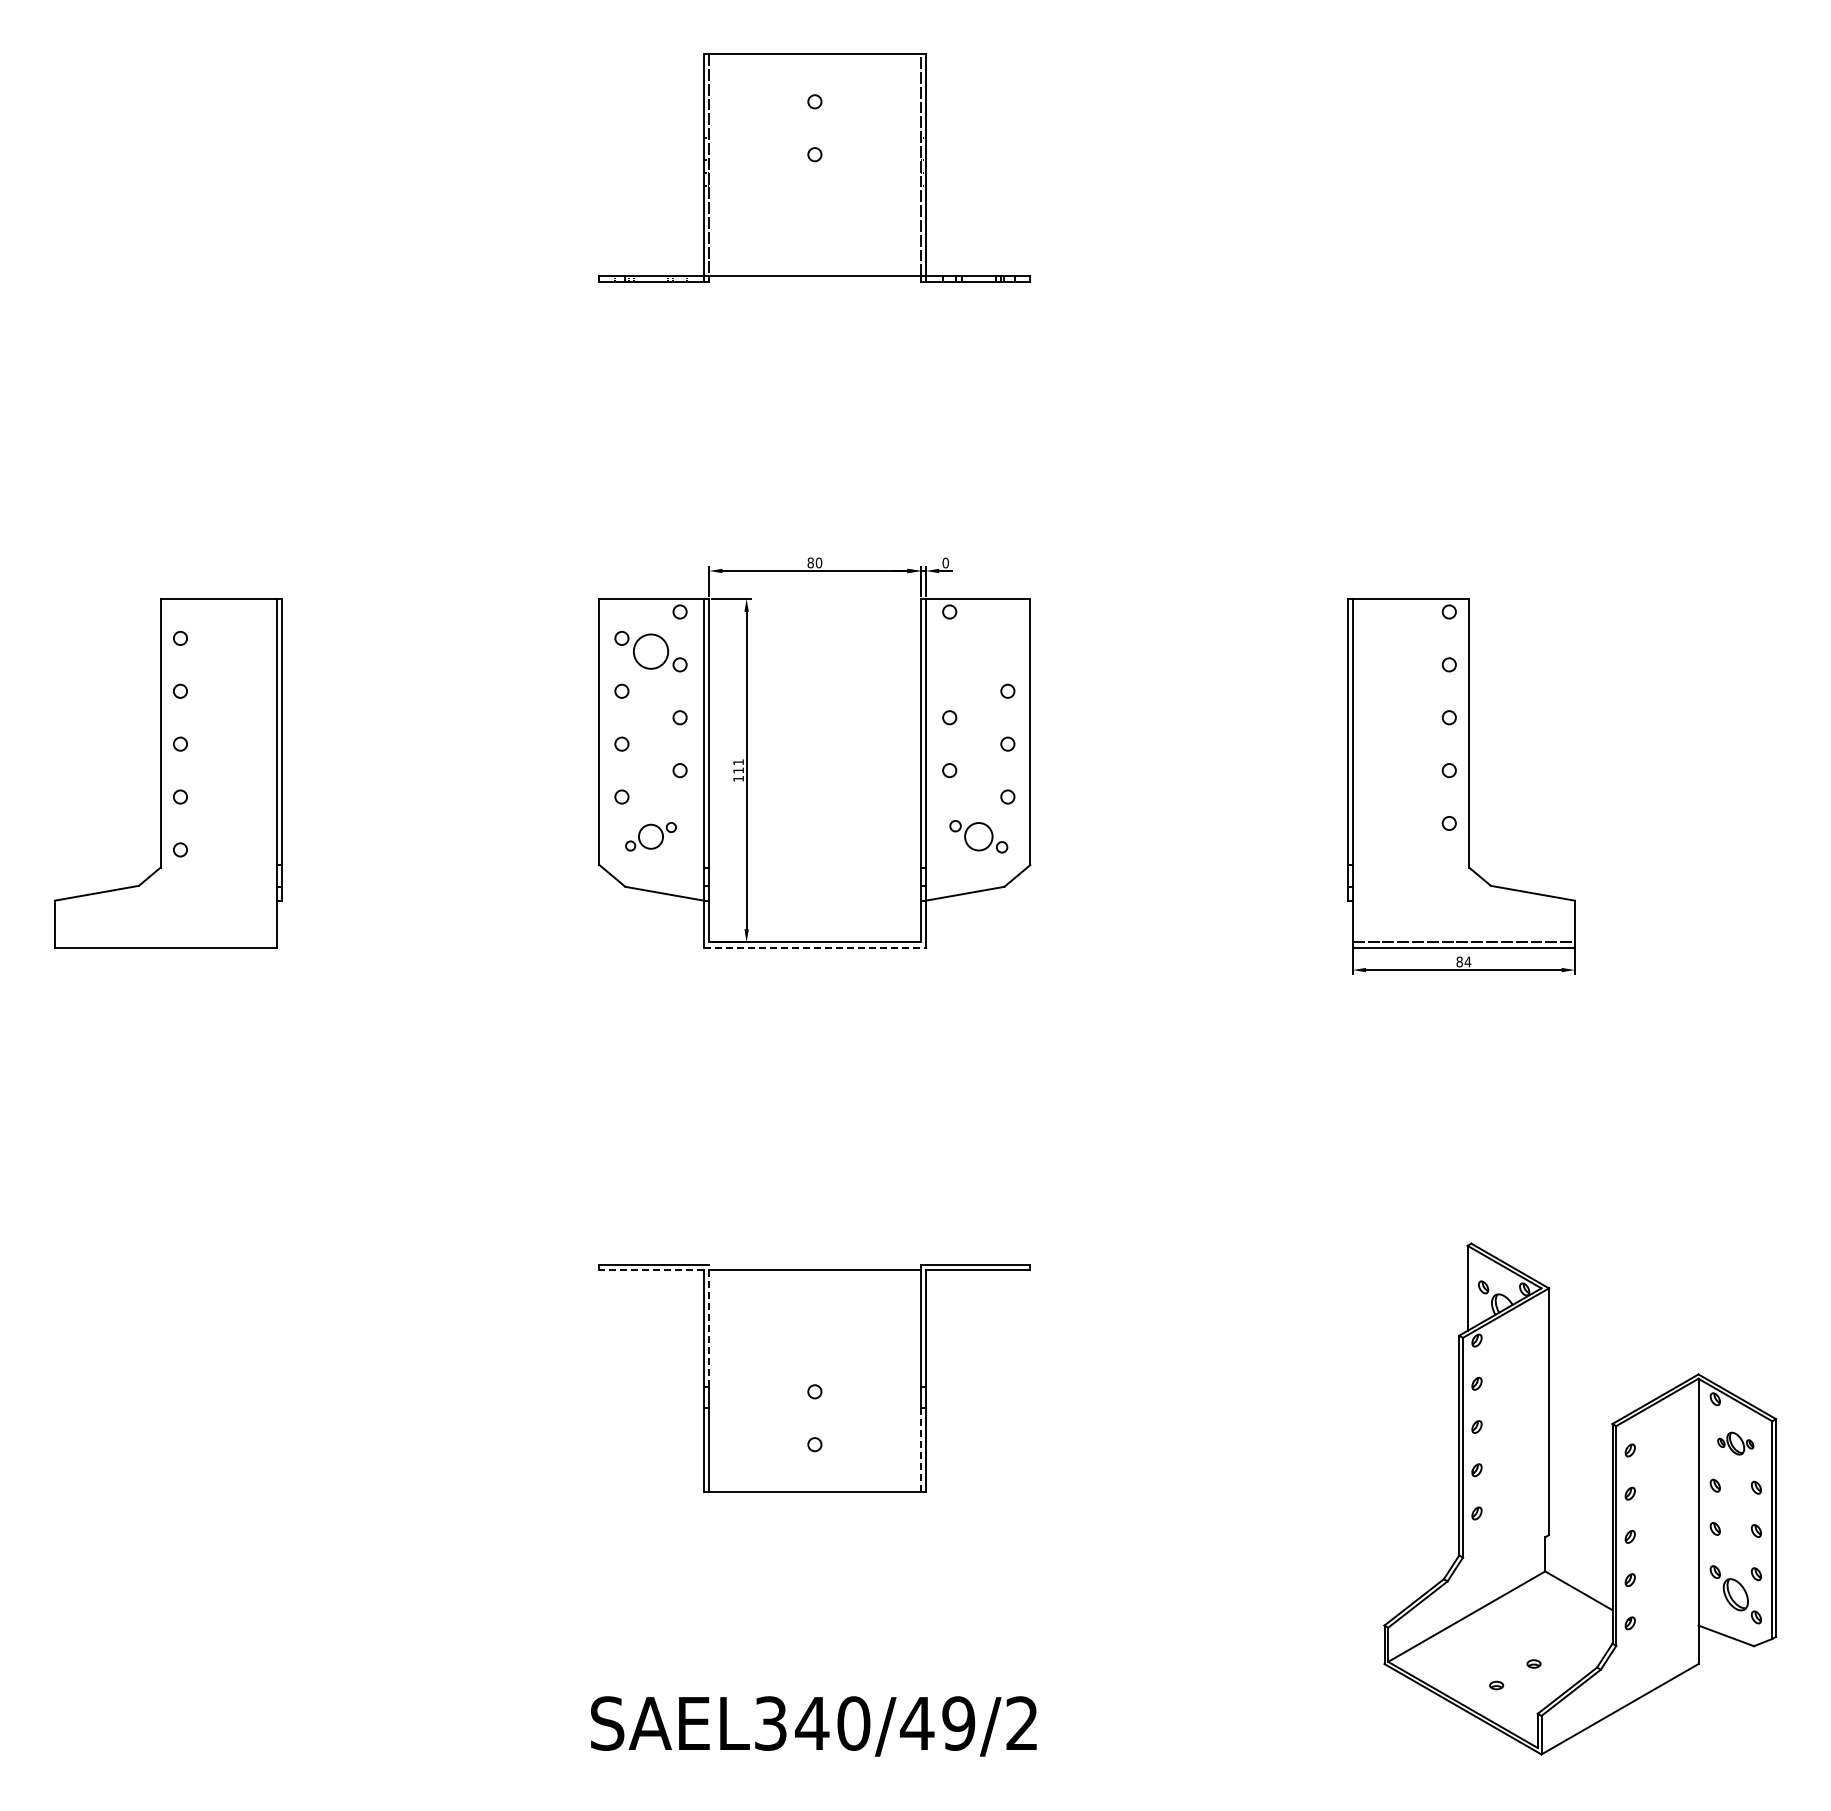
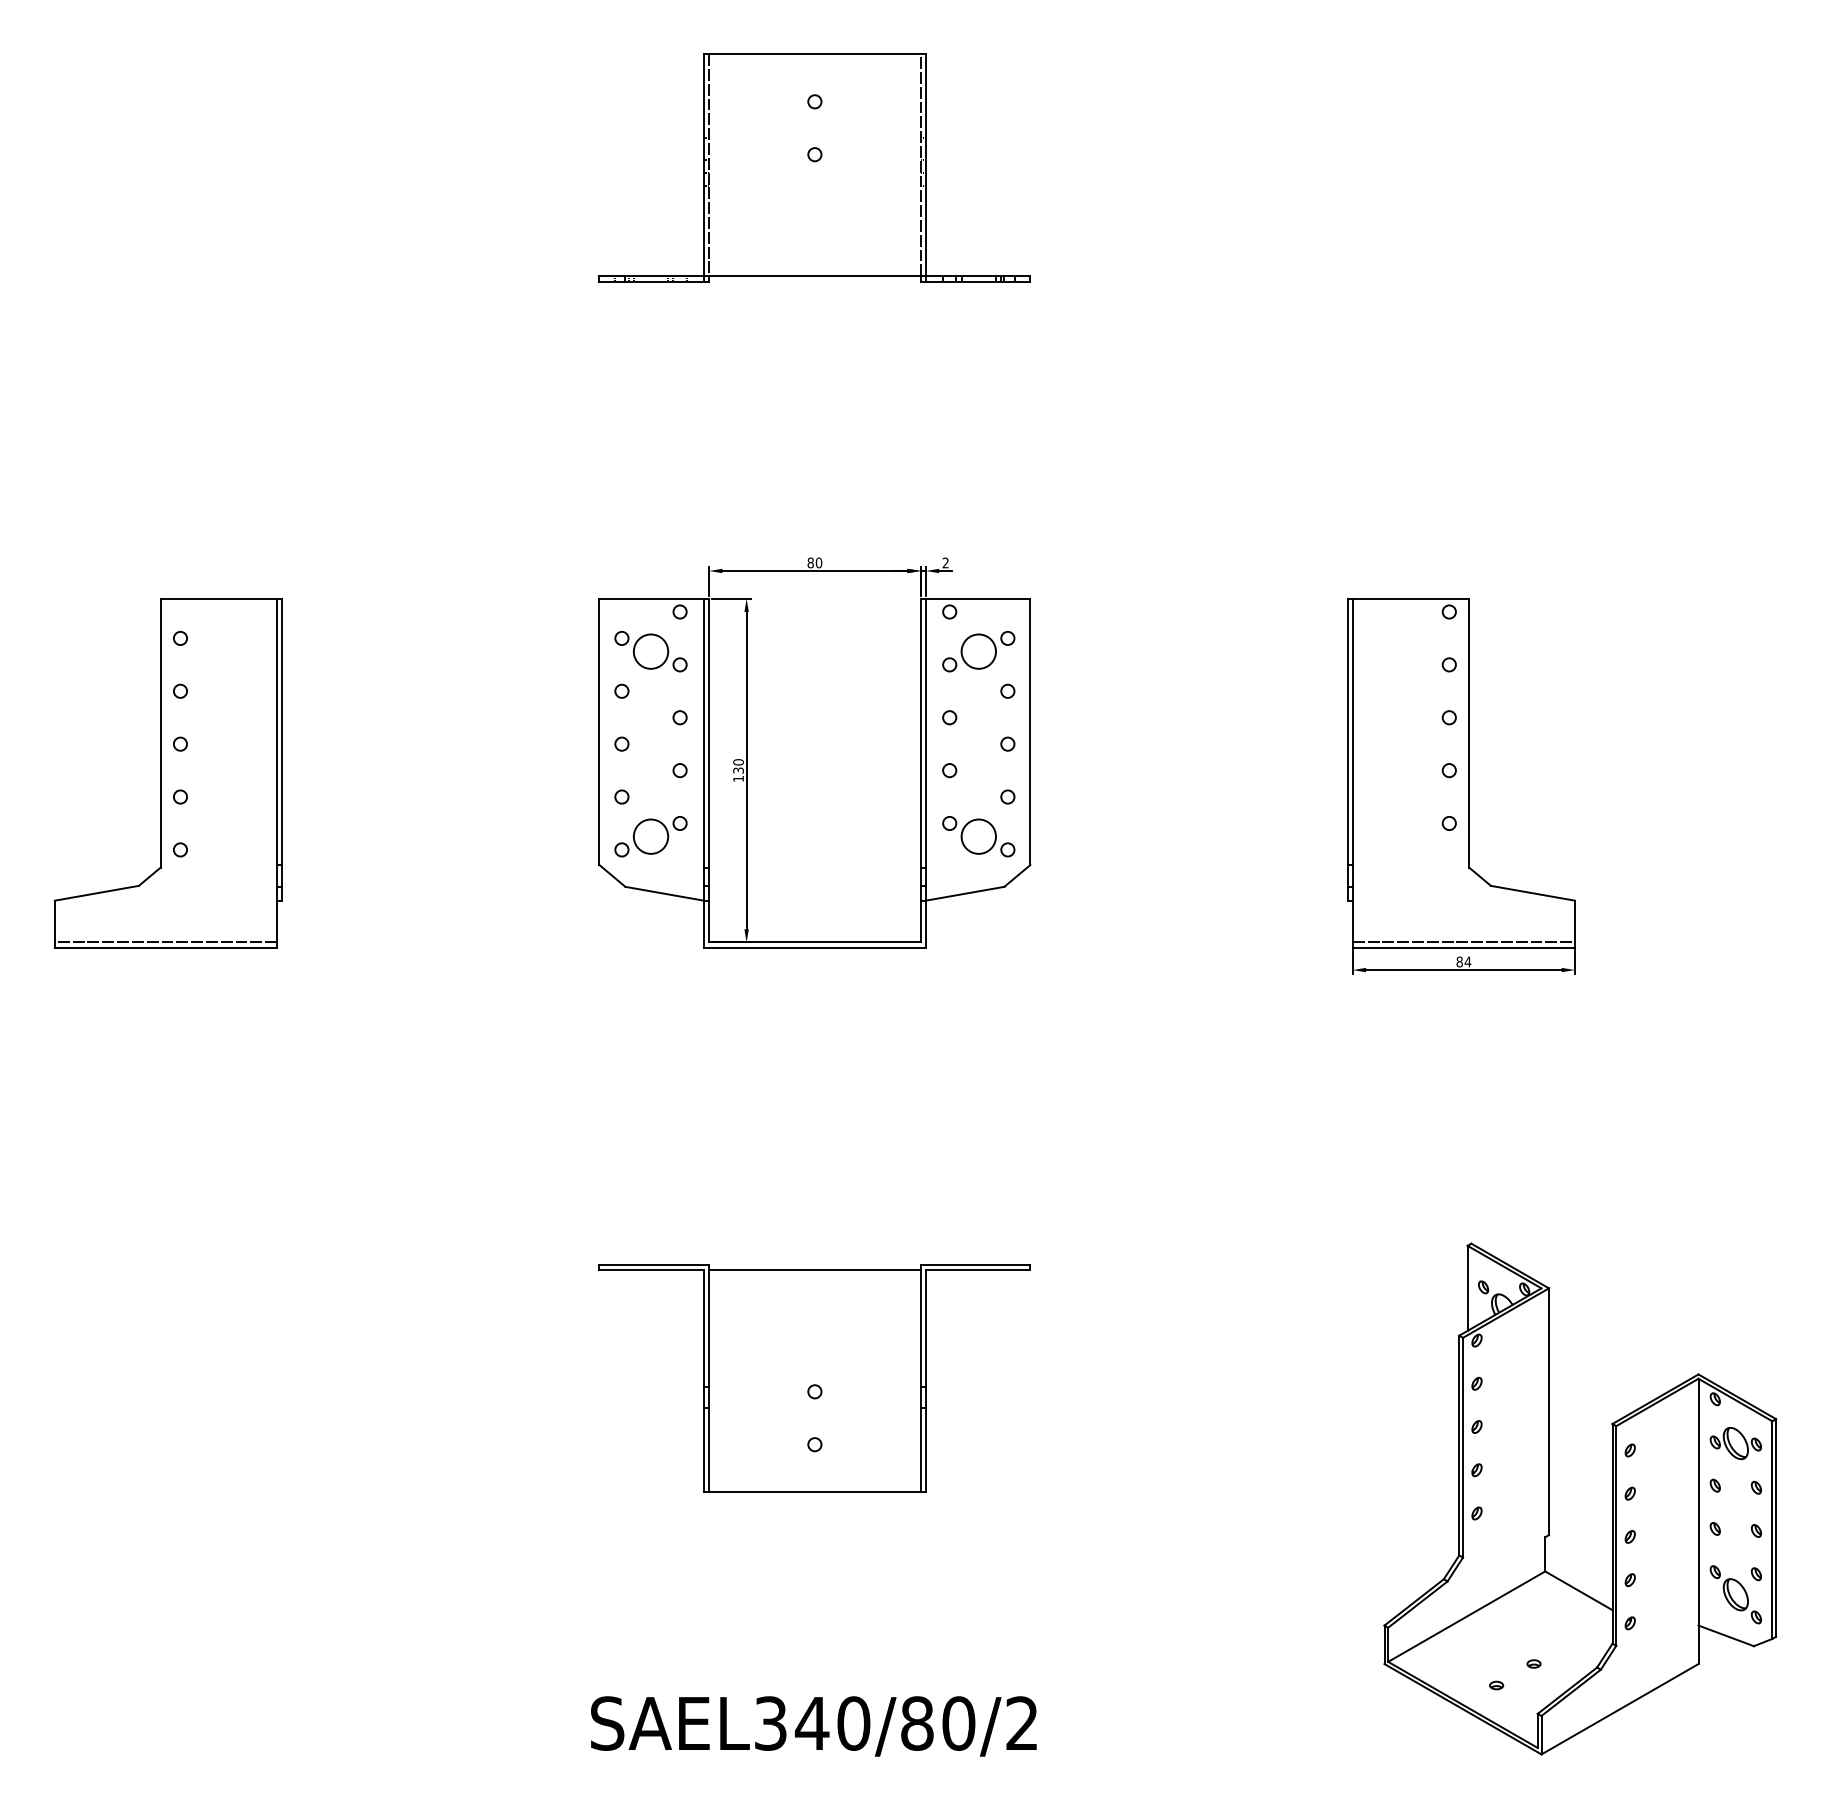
text at (945, 562): 0 -> 2
part at (978, 651): none -> present
text at (738, 766): 111 -> 130
part at (650, 836) size: 52x30 px -> 74x42 px
part at (978, 836) size: 60x34 px -> 74x42 px
line at (165, 942): none -> present
line at (815, 947): dashed -> solid
line at (651, 1270): dashed -> solid
line at (709, 1325): dashed -> solid
part at (1735, 1443) size: 38x25 px -> 53x34 px
line at (920, 1450): dashed -> solid
text at (937, 1723): SAEL340/49/2 -> SAEL340/80/2
